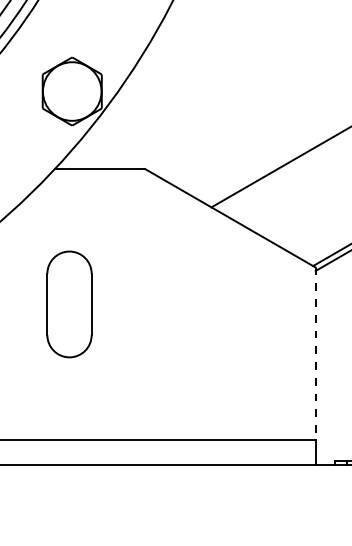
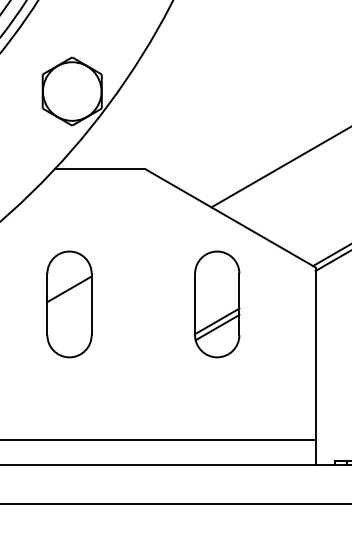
line at (69, 289): none -> present
part at (217, 304): none -> present
line at (315, 354): dashed -> solid
line at (175, 503): none -> present
